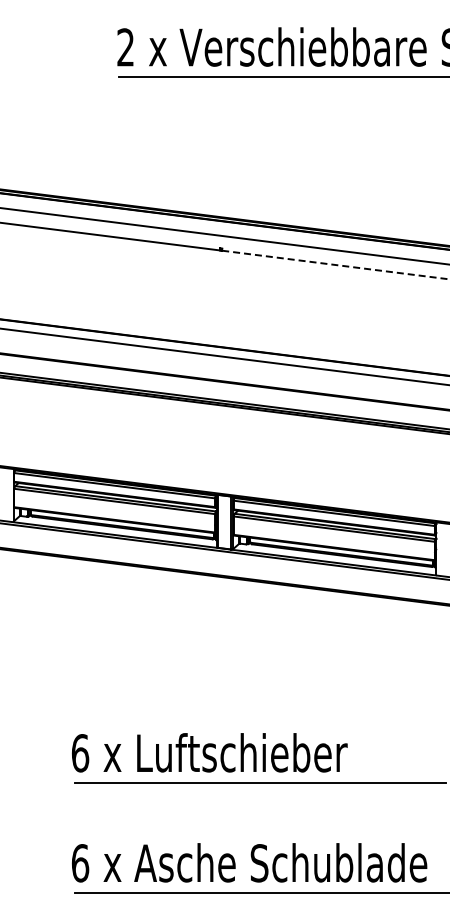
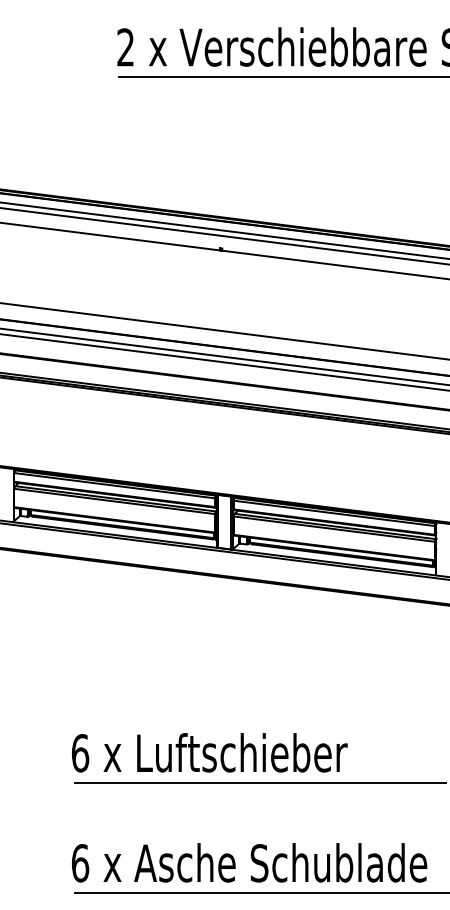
line at (224, 230): none -> present
line at (336, 265): dashed -> solid
line at (224, 331): none -> present
line at (224, 362): none -> present
